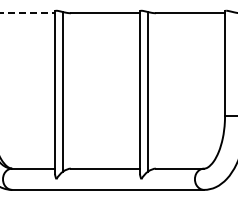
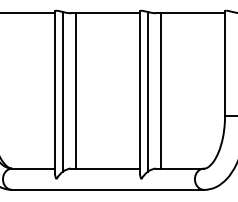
line at (28, 13): dashed -> solid
line at (76, 90): none -> present
line at (161, 90): none -> present
